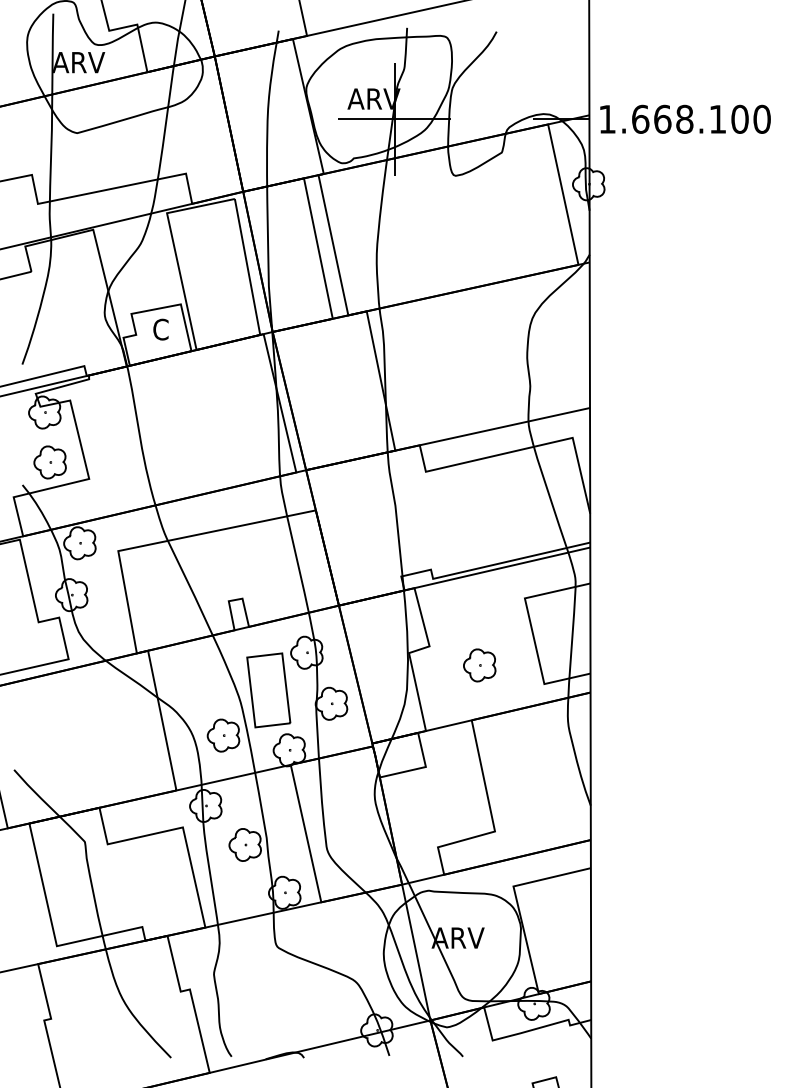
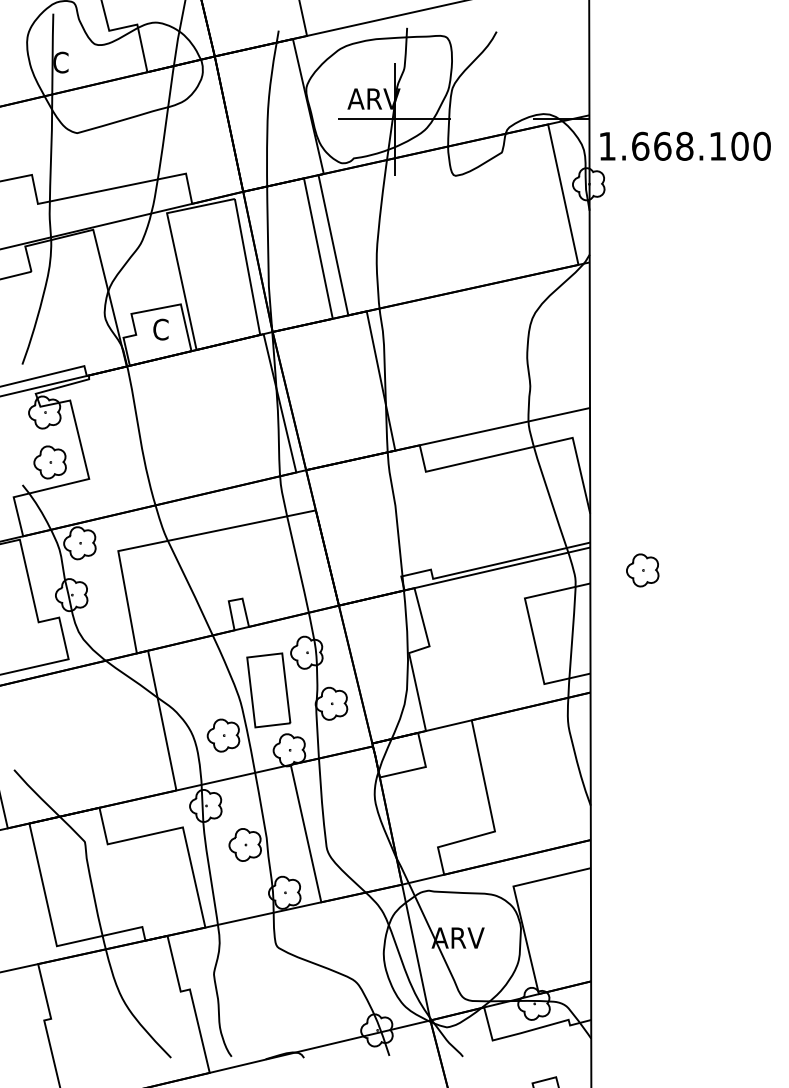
text at (79, 62): ARV -> C
text at (685, 118) position: (685, 118) -> (685, 145)
part at (479, 665) position: (479, 665) -> (642, 570)
